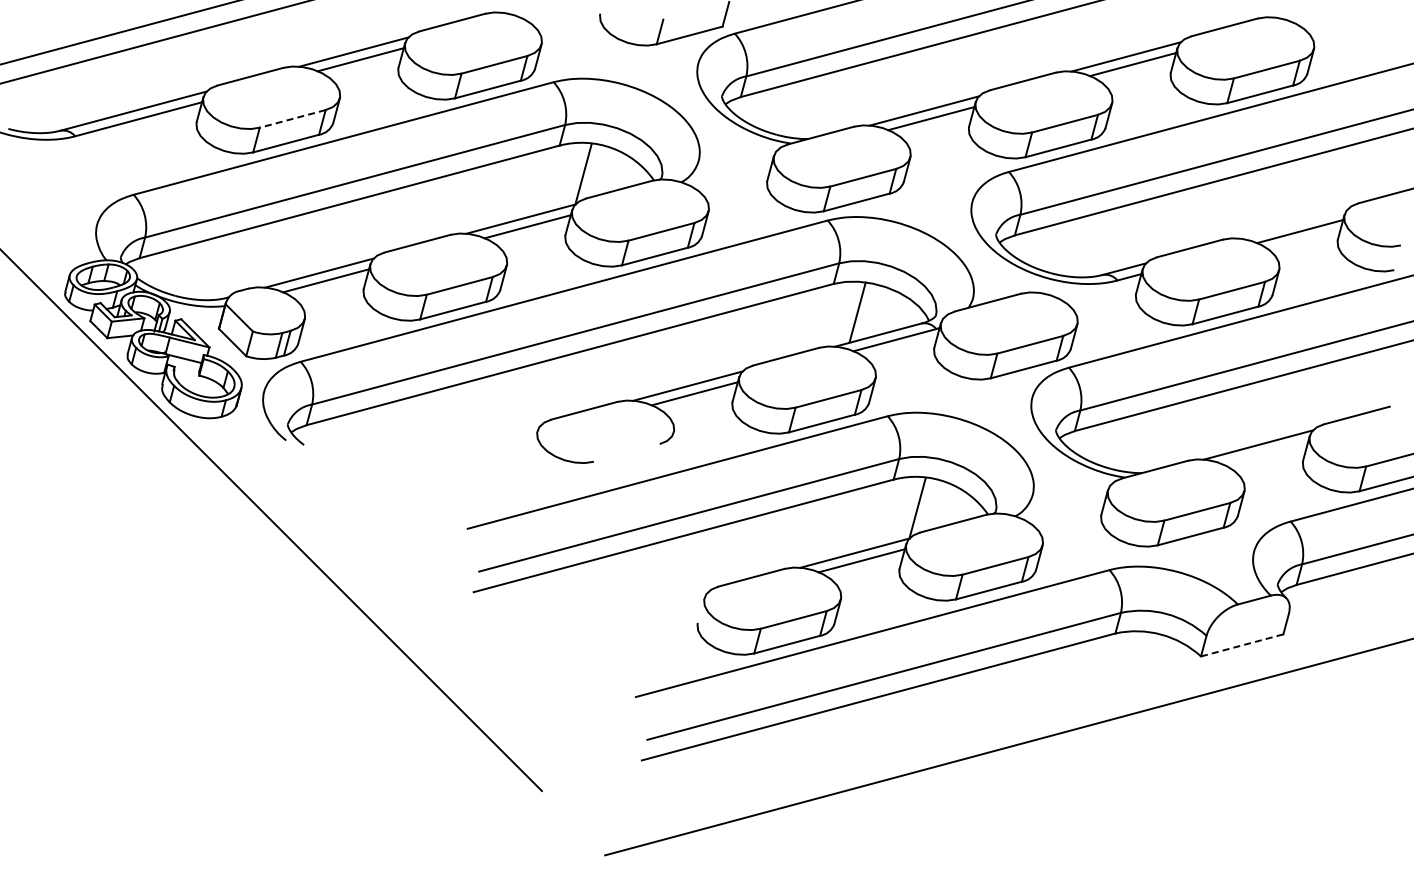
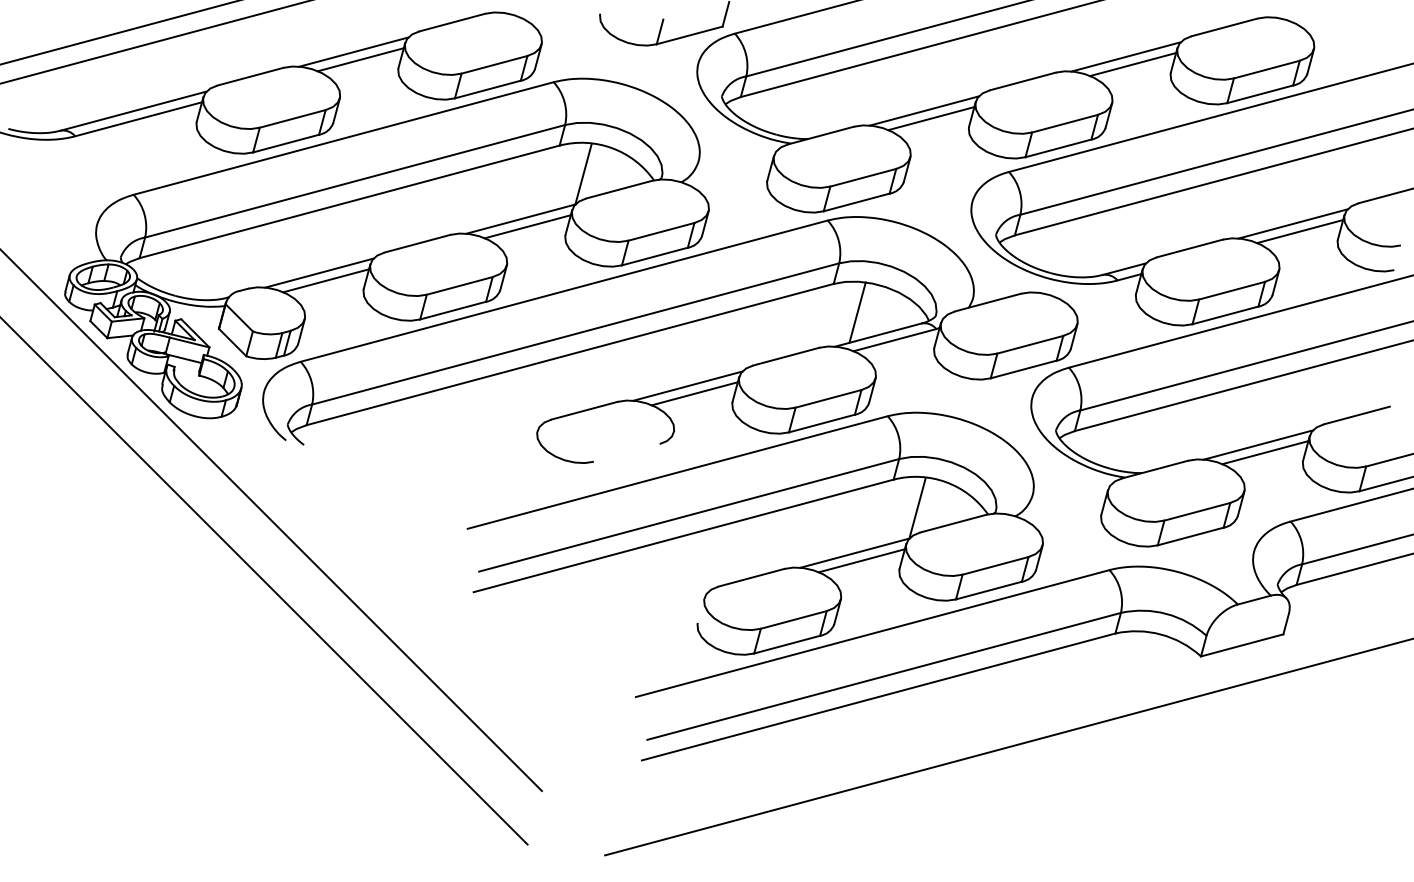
line at (292, 119): dashed -> solid
line at (1292, 223): none -> present
line at (1265, 452): none -> present
line at (264, 581): none -> present
line at (1242, 645): dashed -> solid
